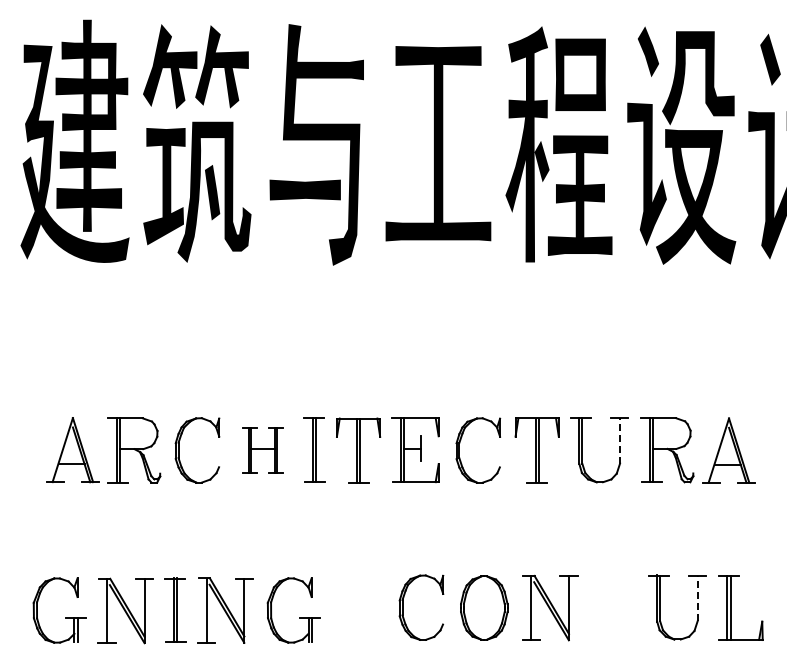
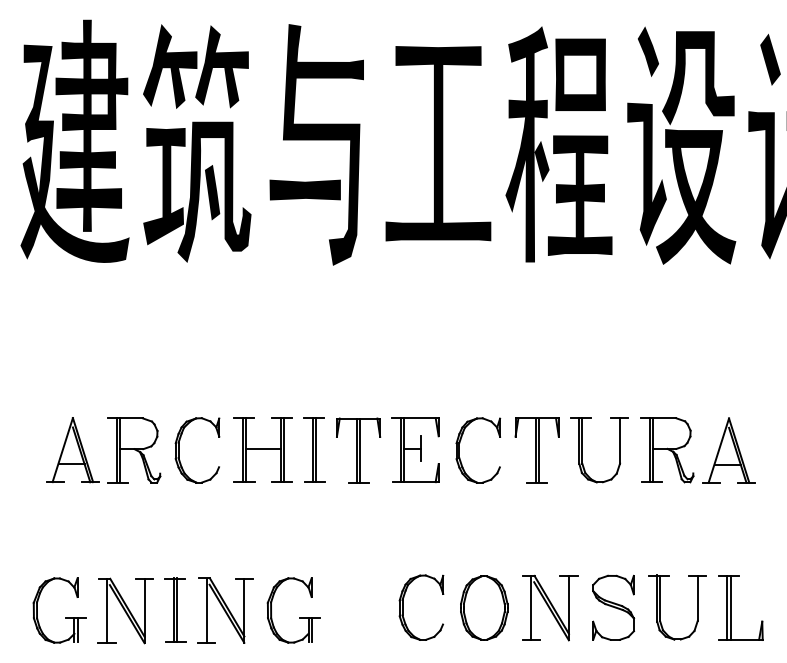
line at (620, 441): dashed -> solid
part at (262, 450) size: 42x47 px -> 60x66 px
line at (697, 598): dashed -> solid
part at (613, 607): none -> present
